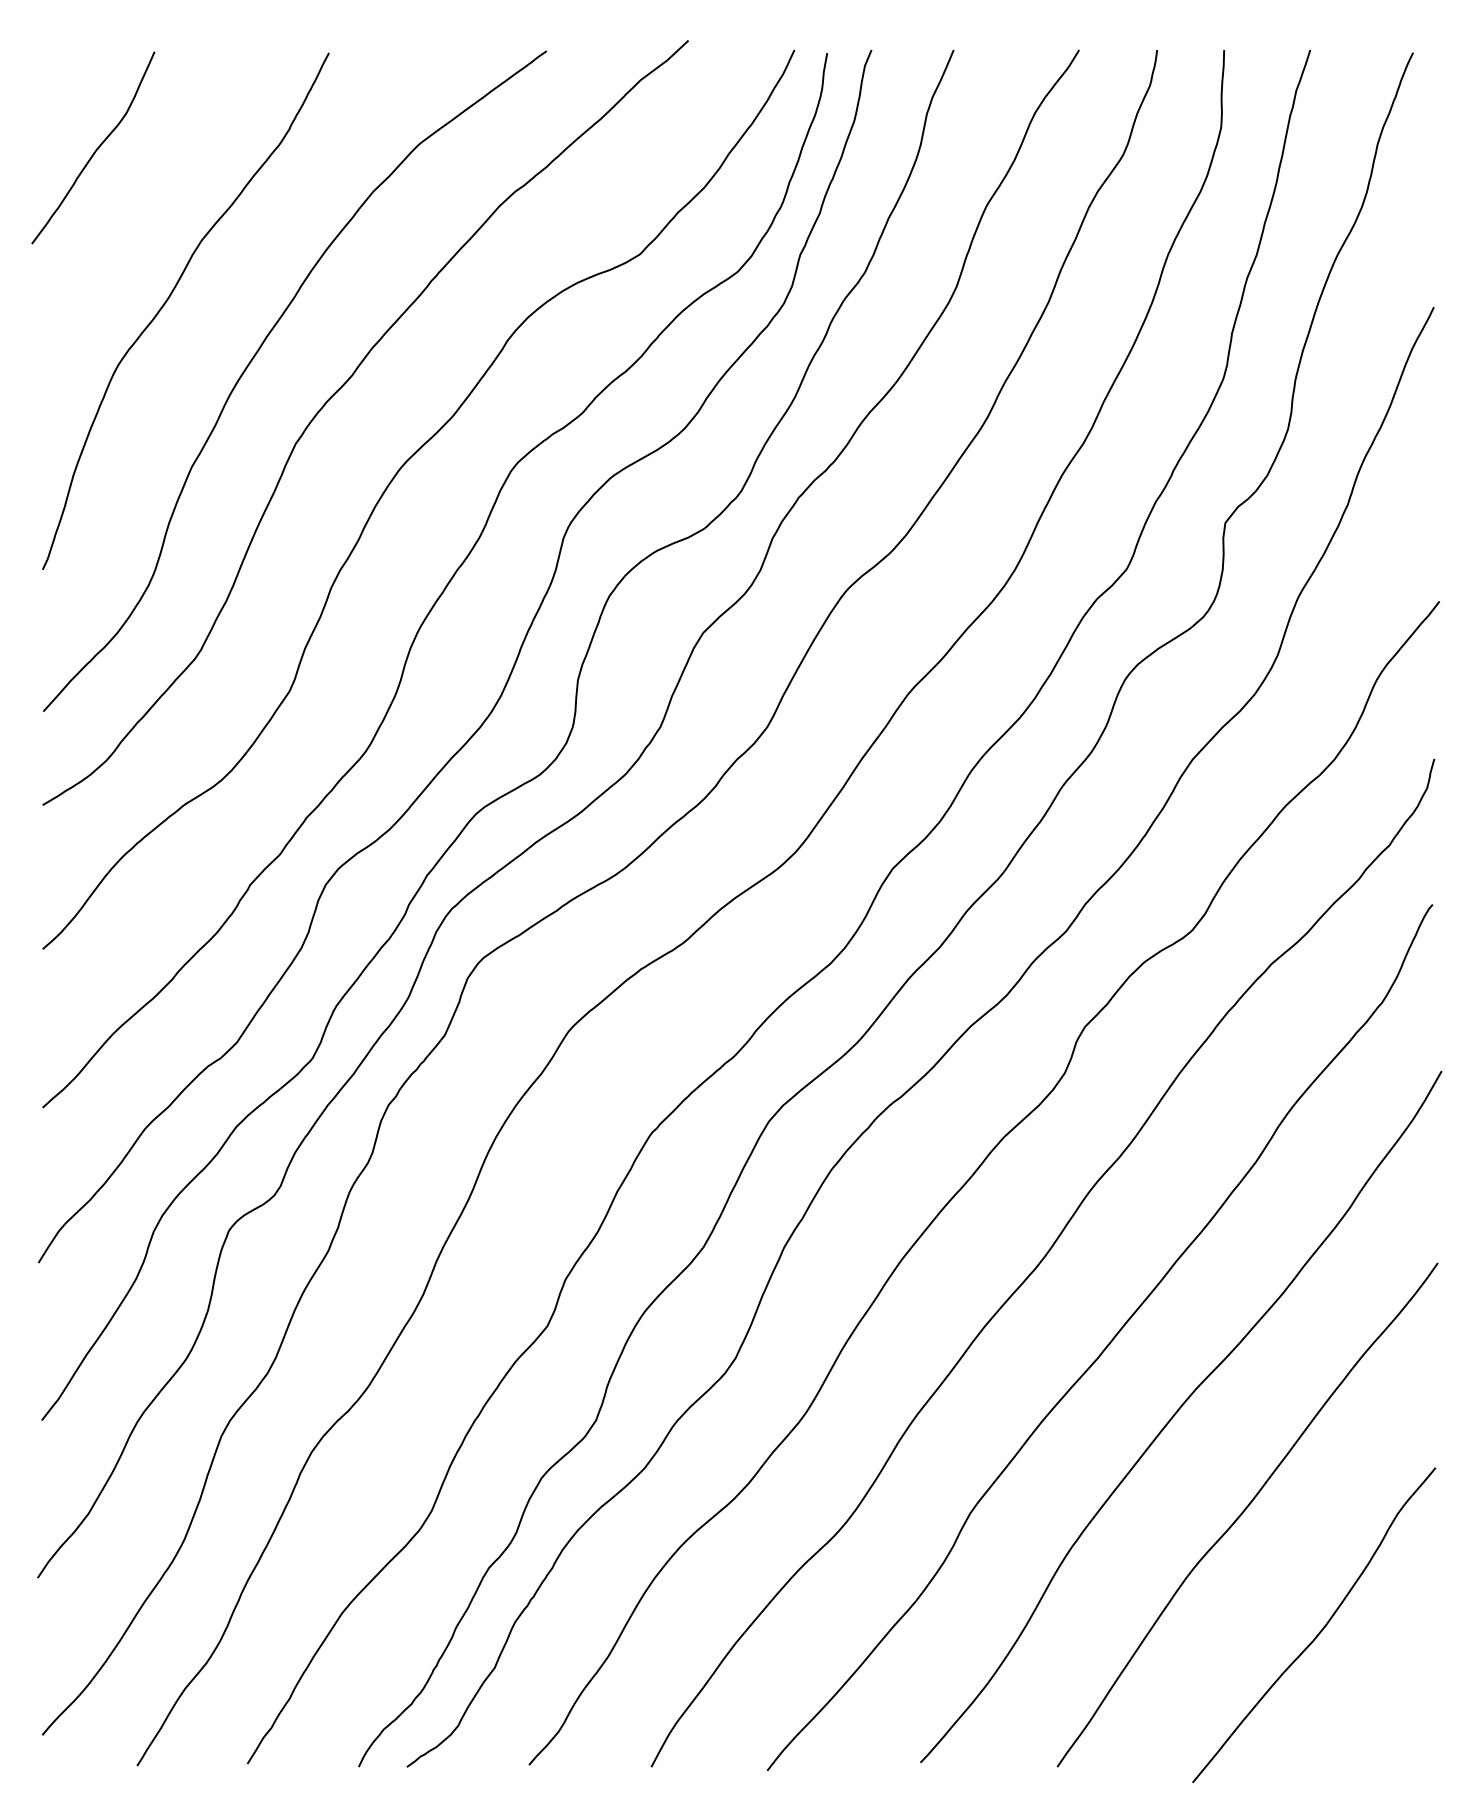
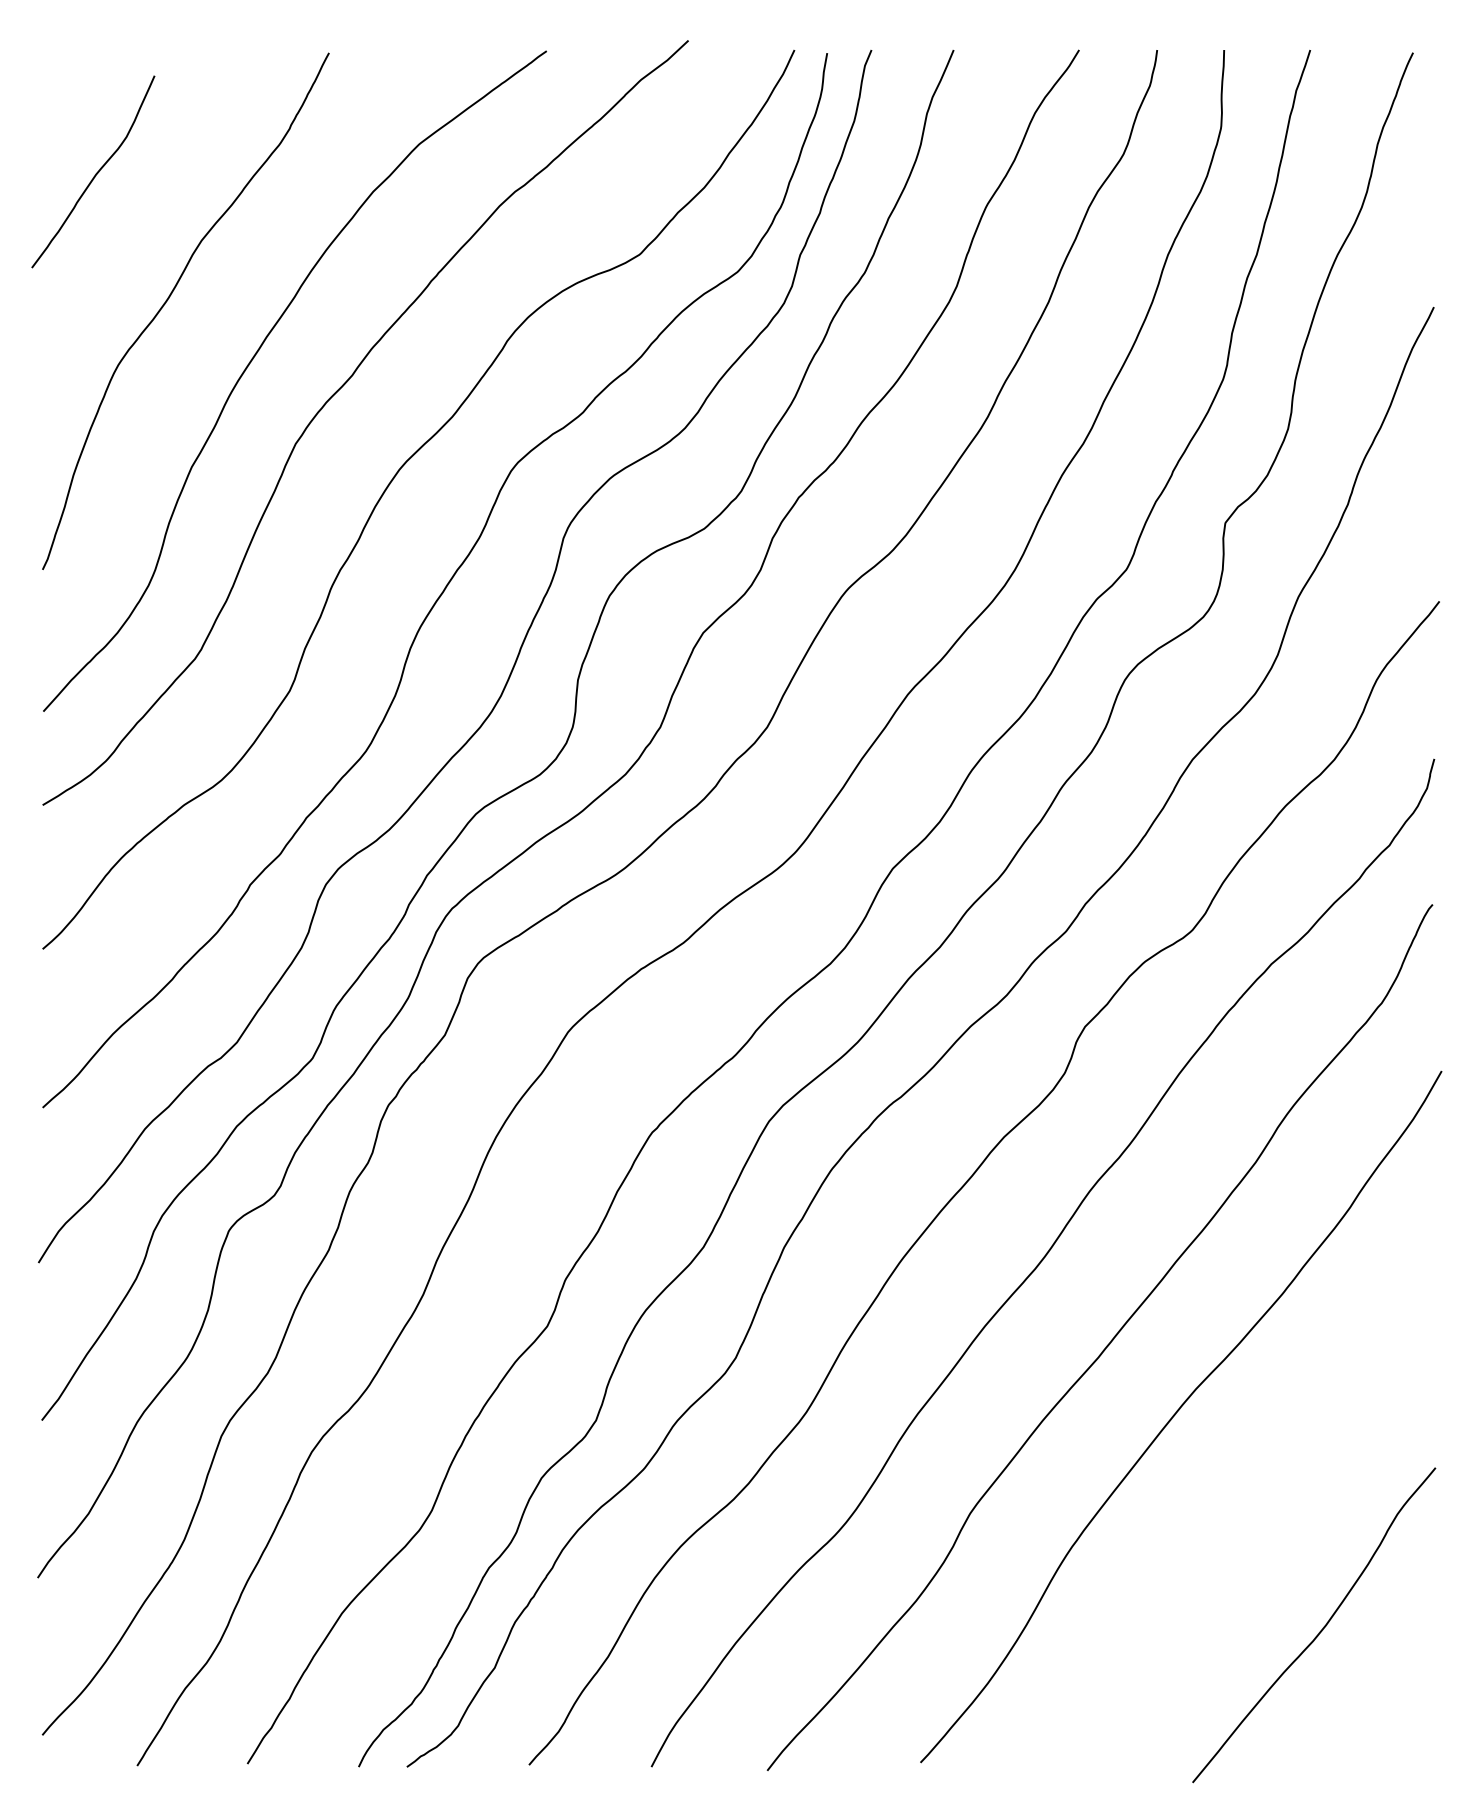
curve at (95, 149) position: (95, 149) -> (95, 173)
curve at (1243, 1513): present -> none
